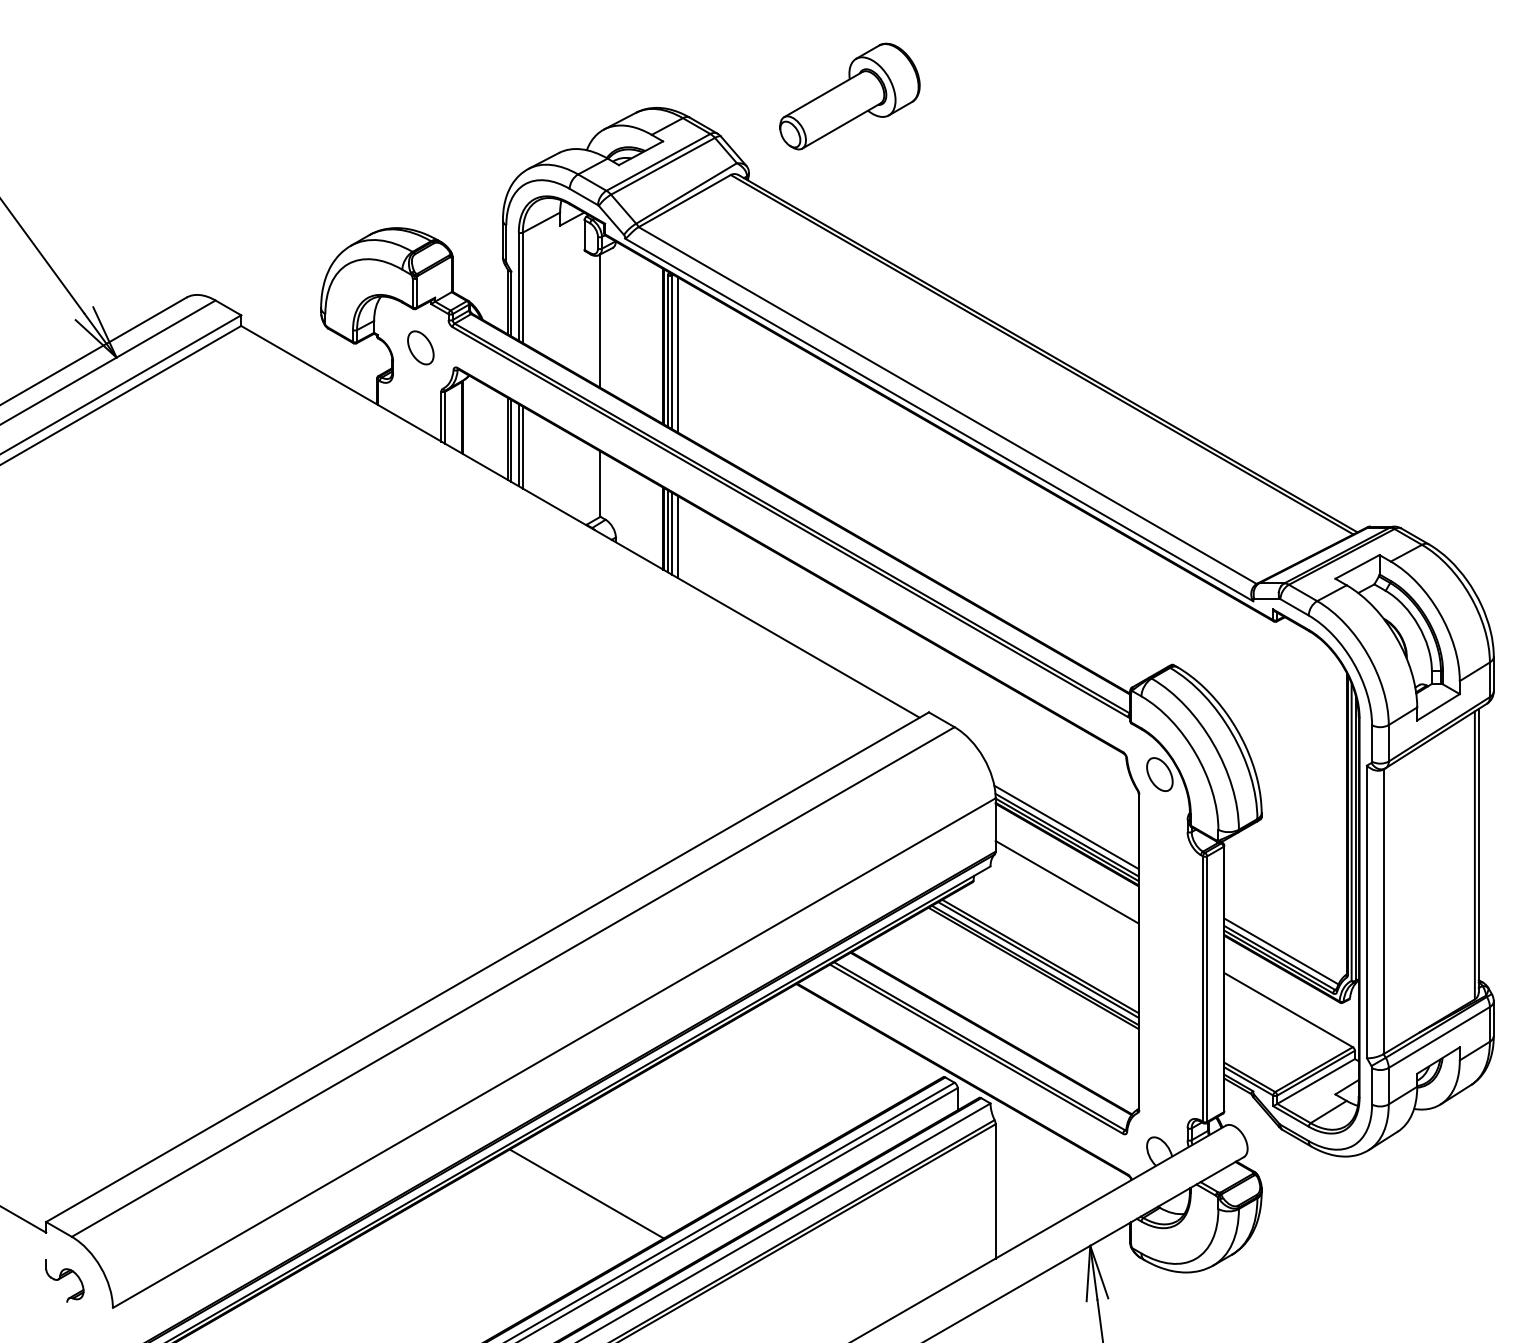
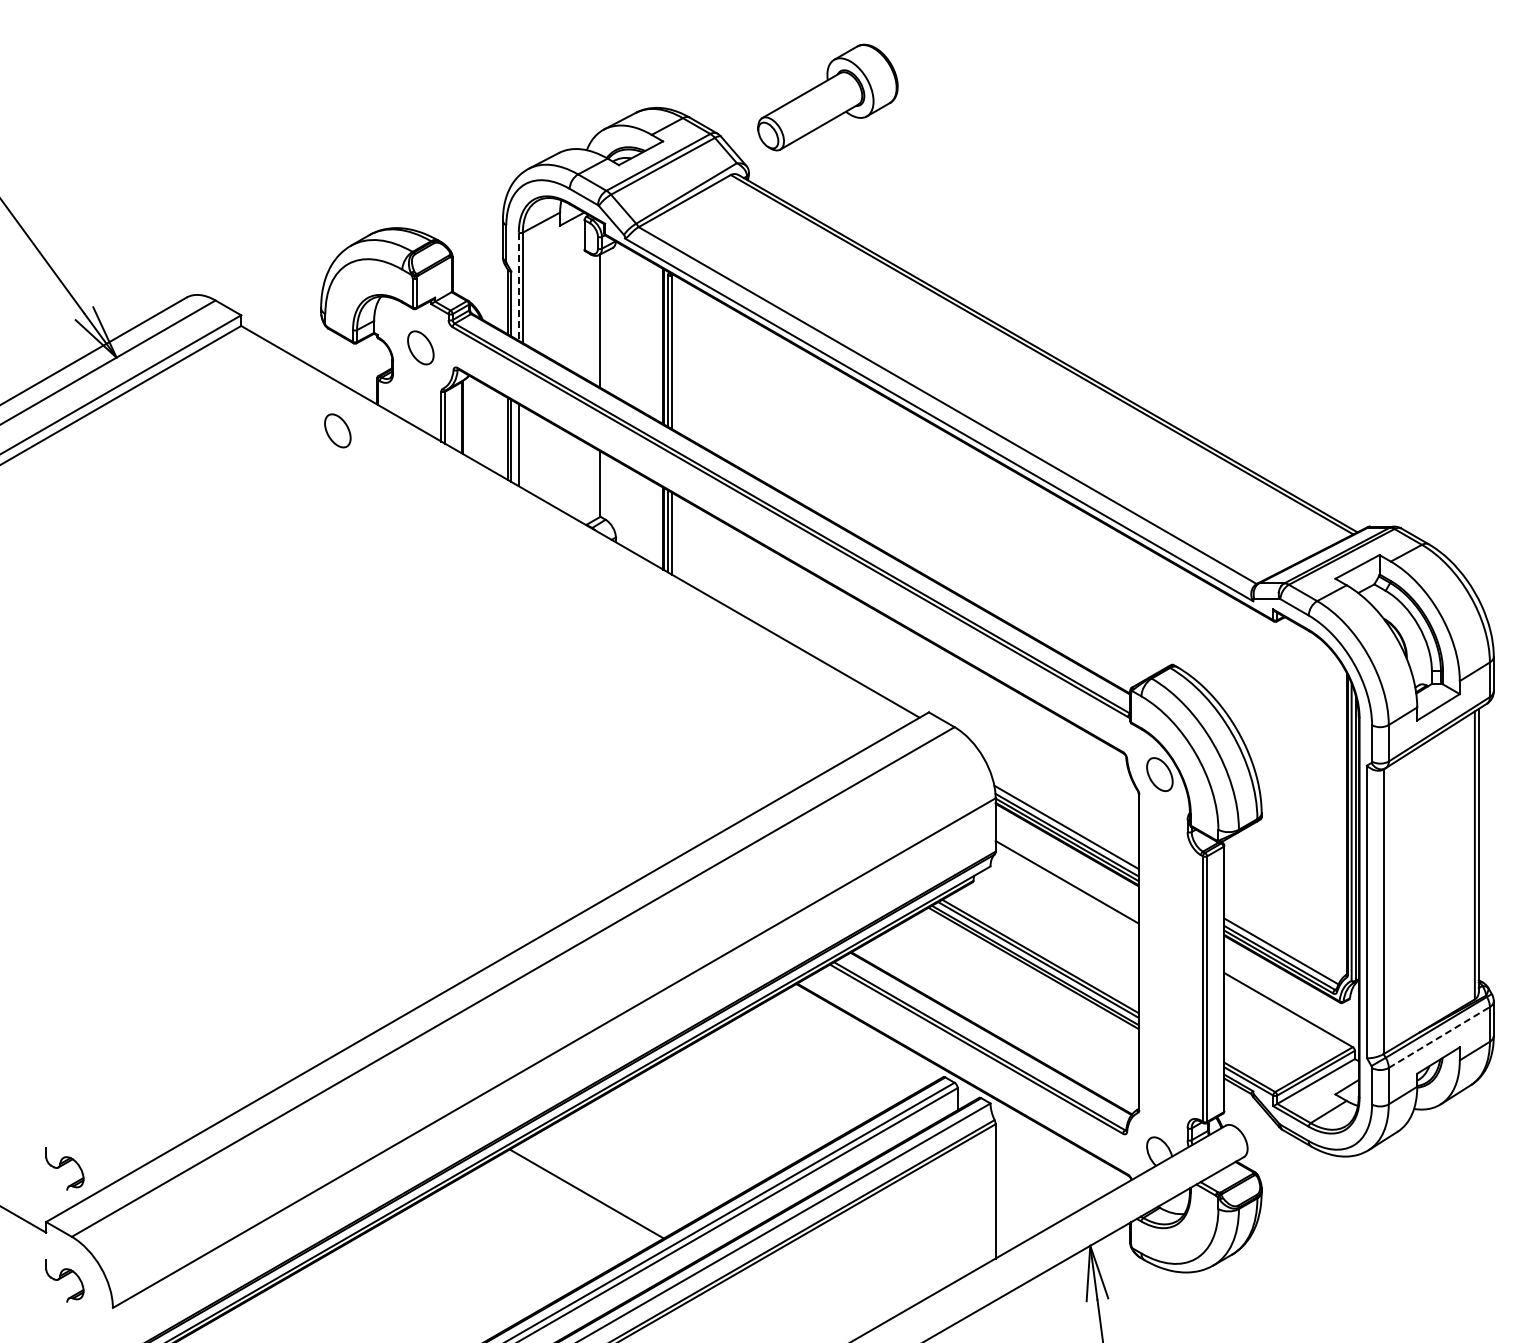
part at (849, 96) position: (849, 96) -> (827, 97)
line at (518, 287): solid -> dashed
line at (678, 354): present -> none
part at (337, 430): none -> present
line at (522, 447): present -> none
line at (678, 537): present -> none
line at (1439, 1037): solid -> dashed
part at (64, 1168): none -> present
